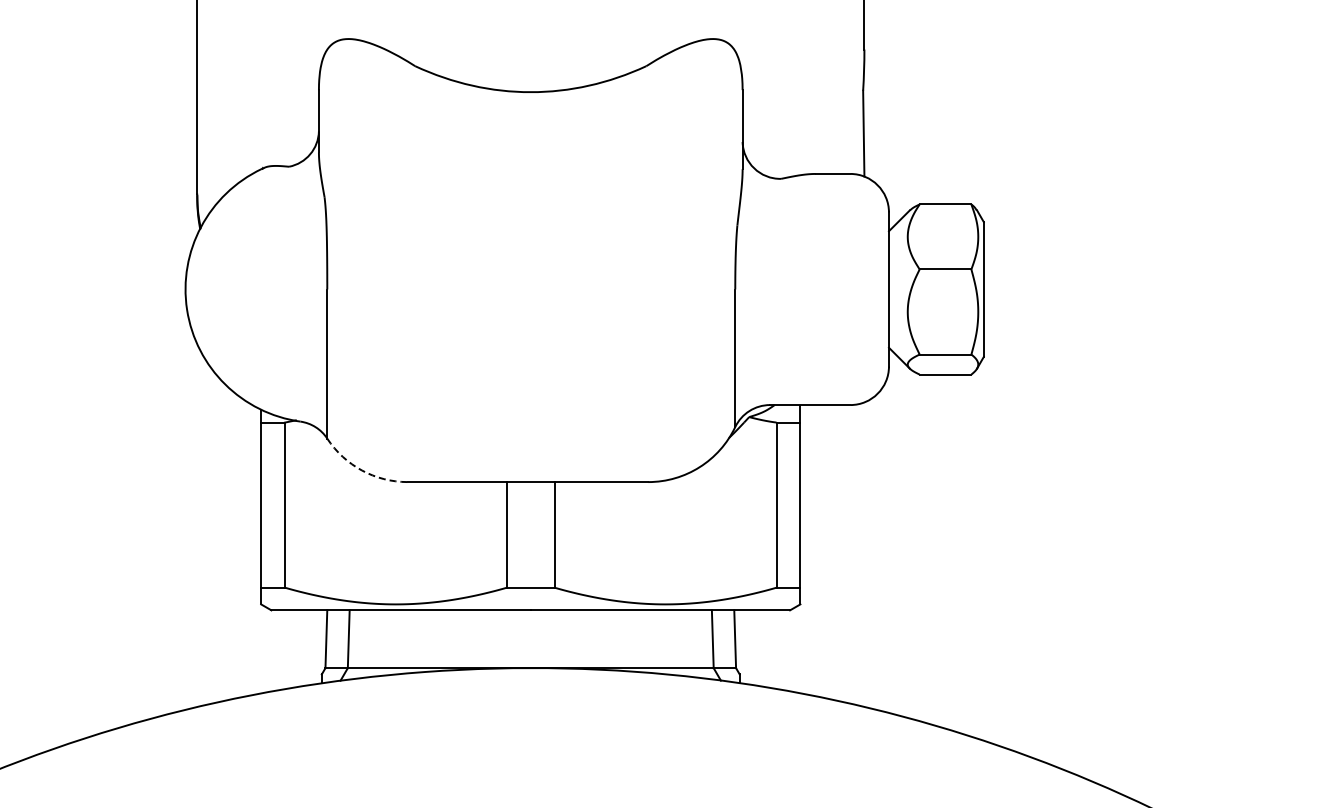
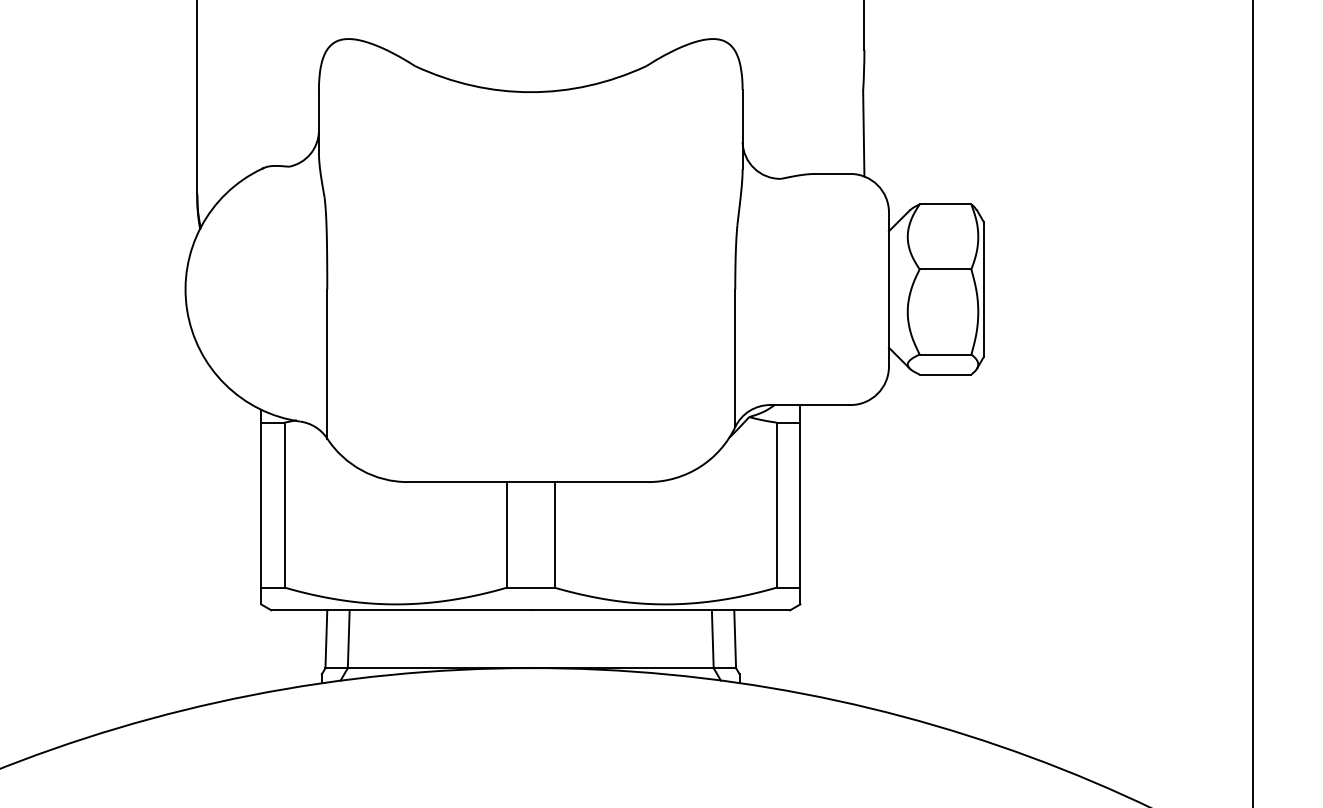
line at (1252, 403): none -> present
arc at (362, 470): dashed -> solid
